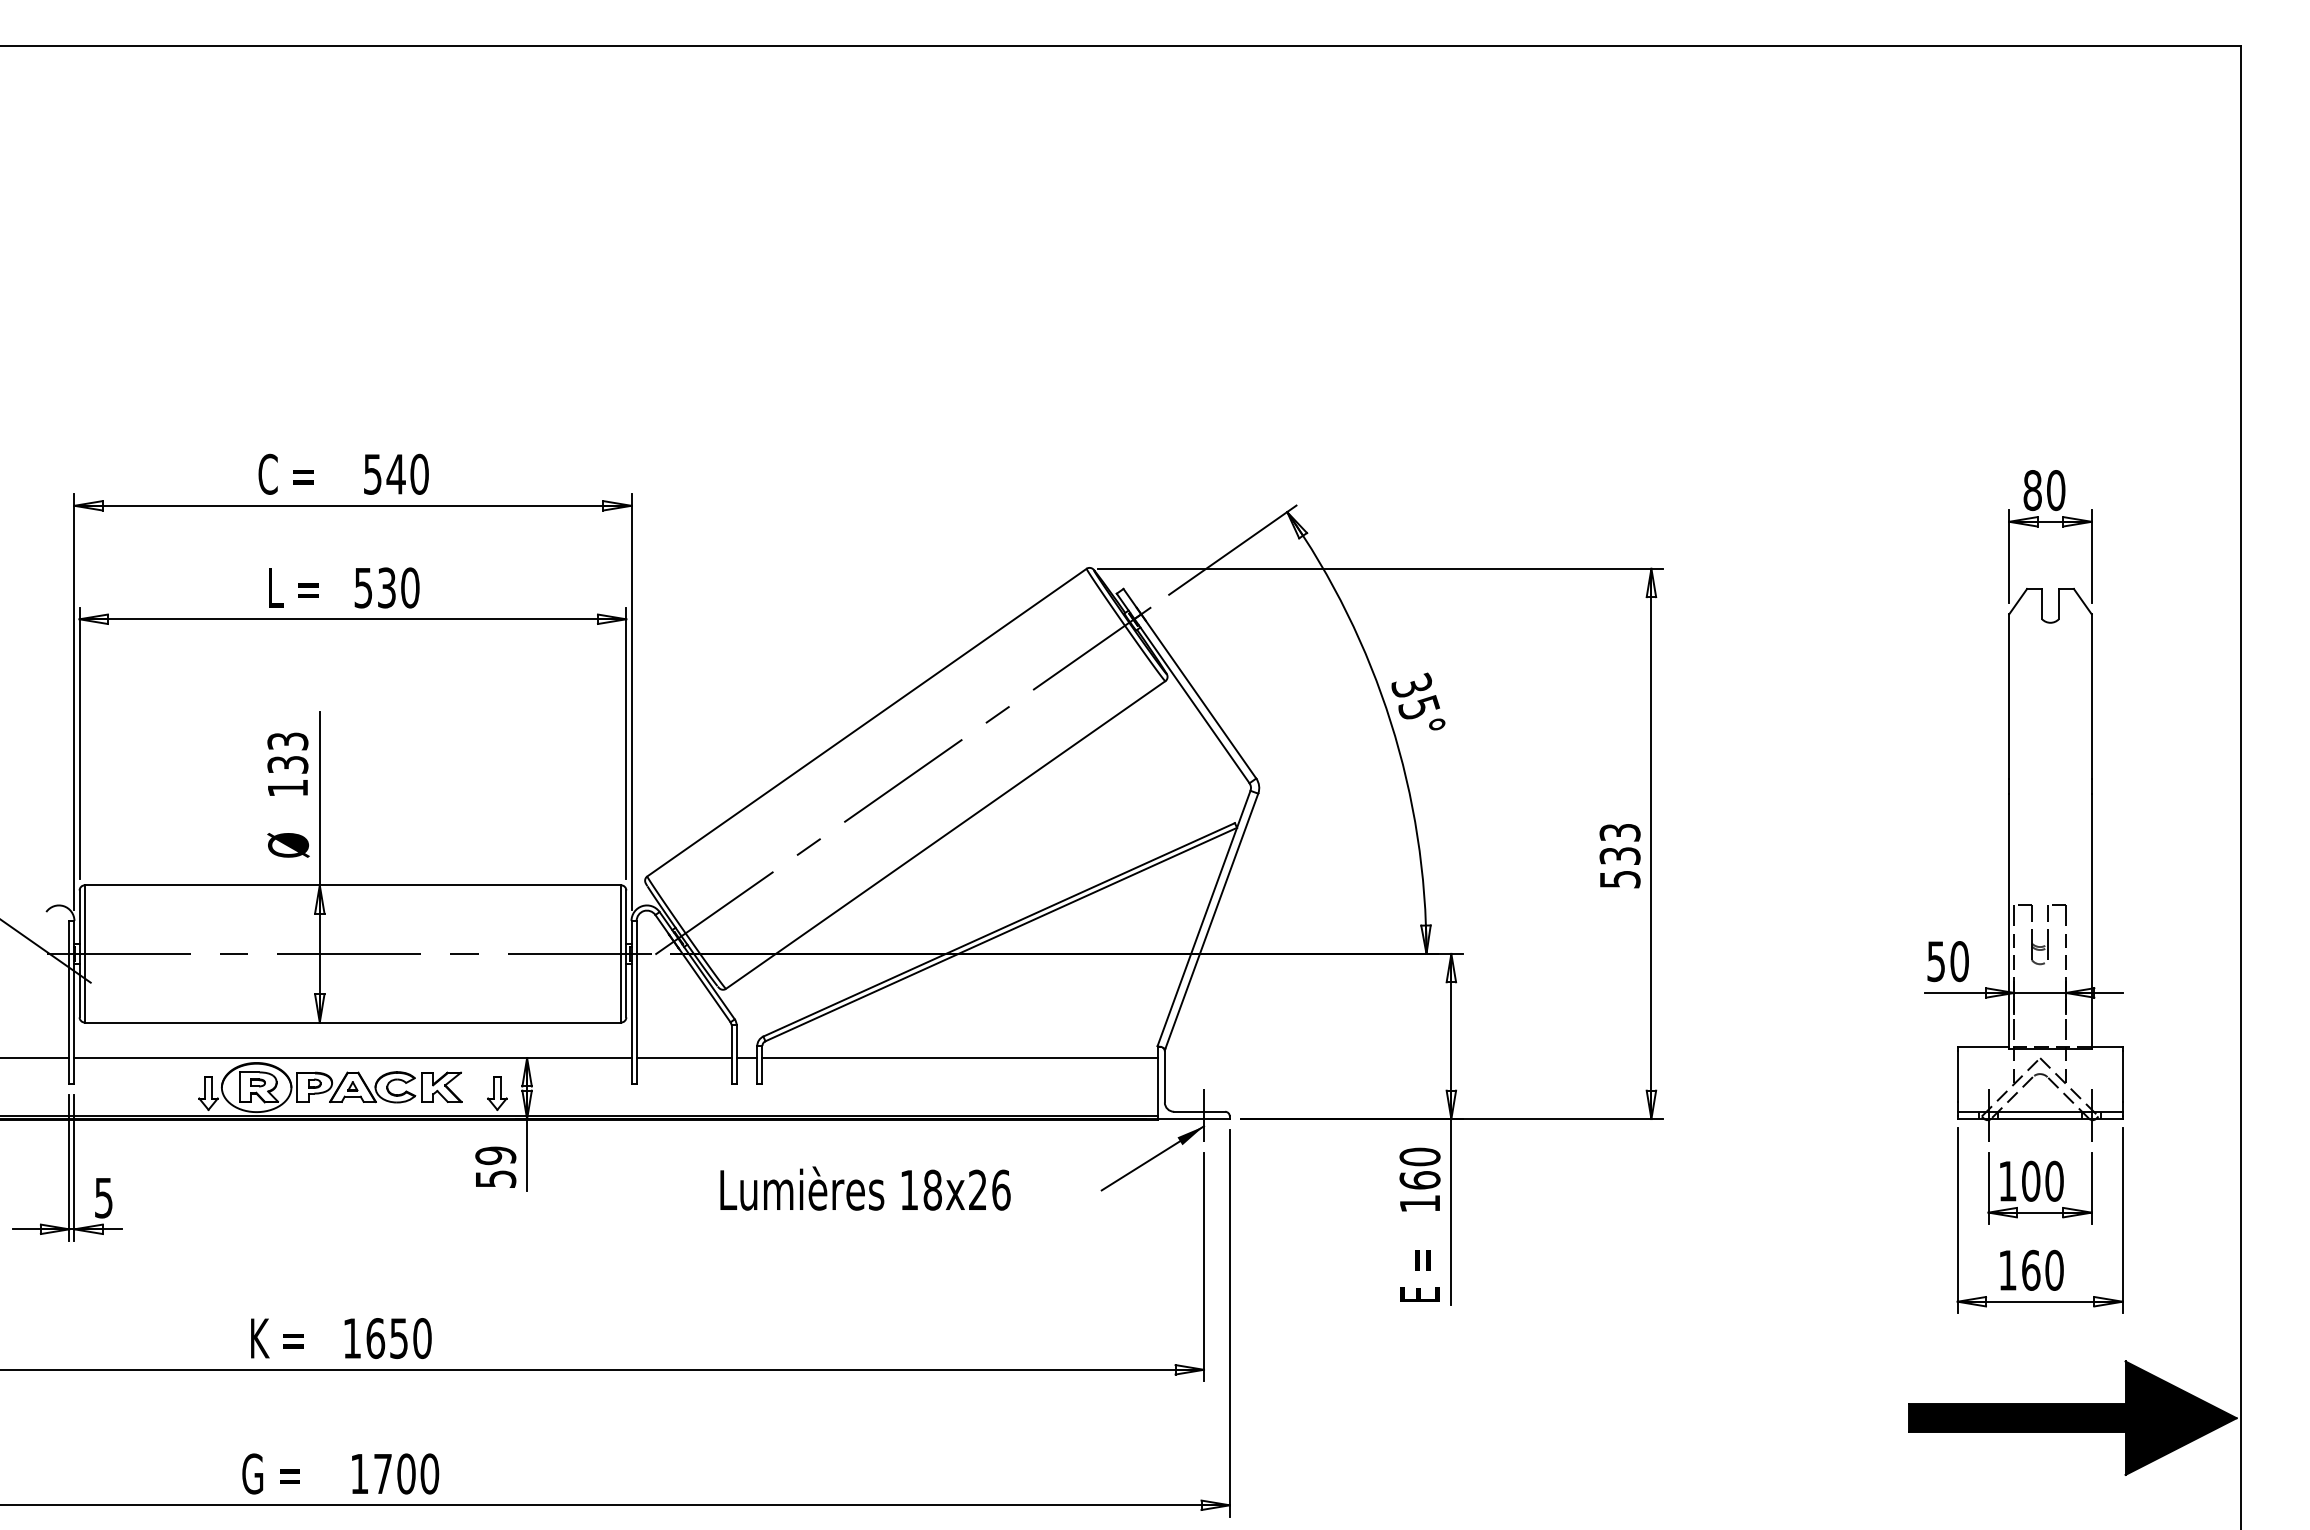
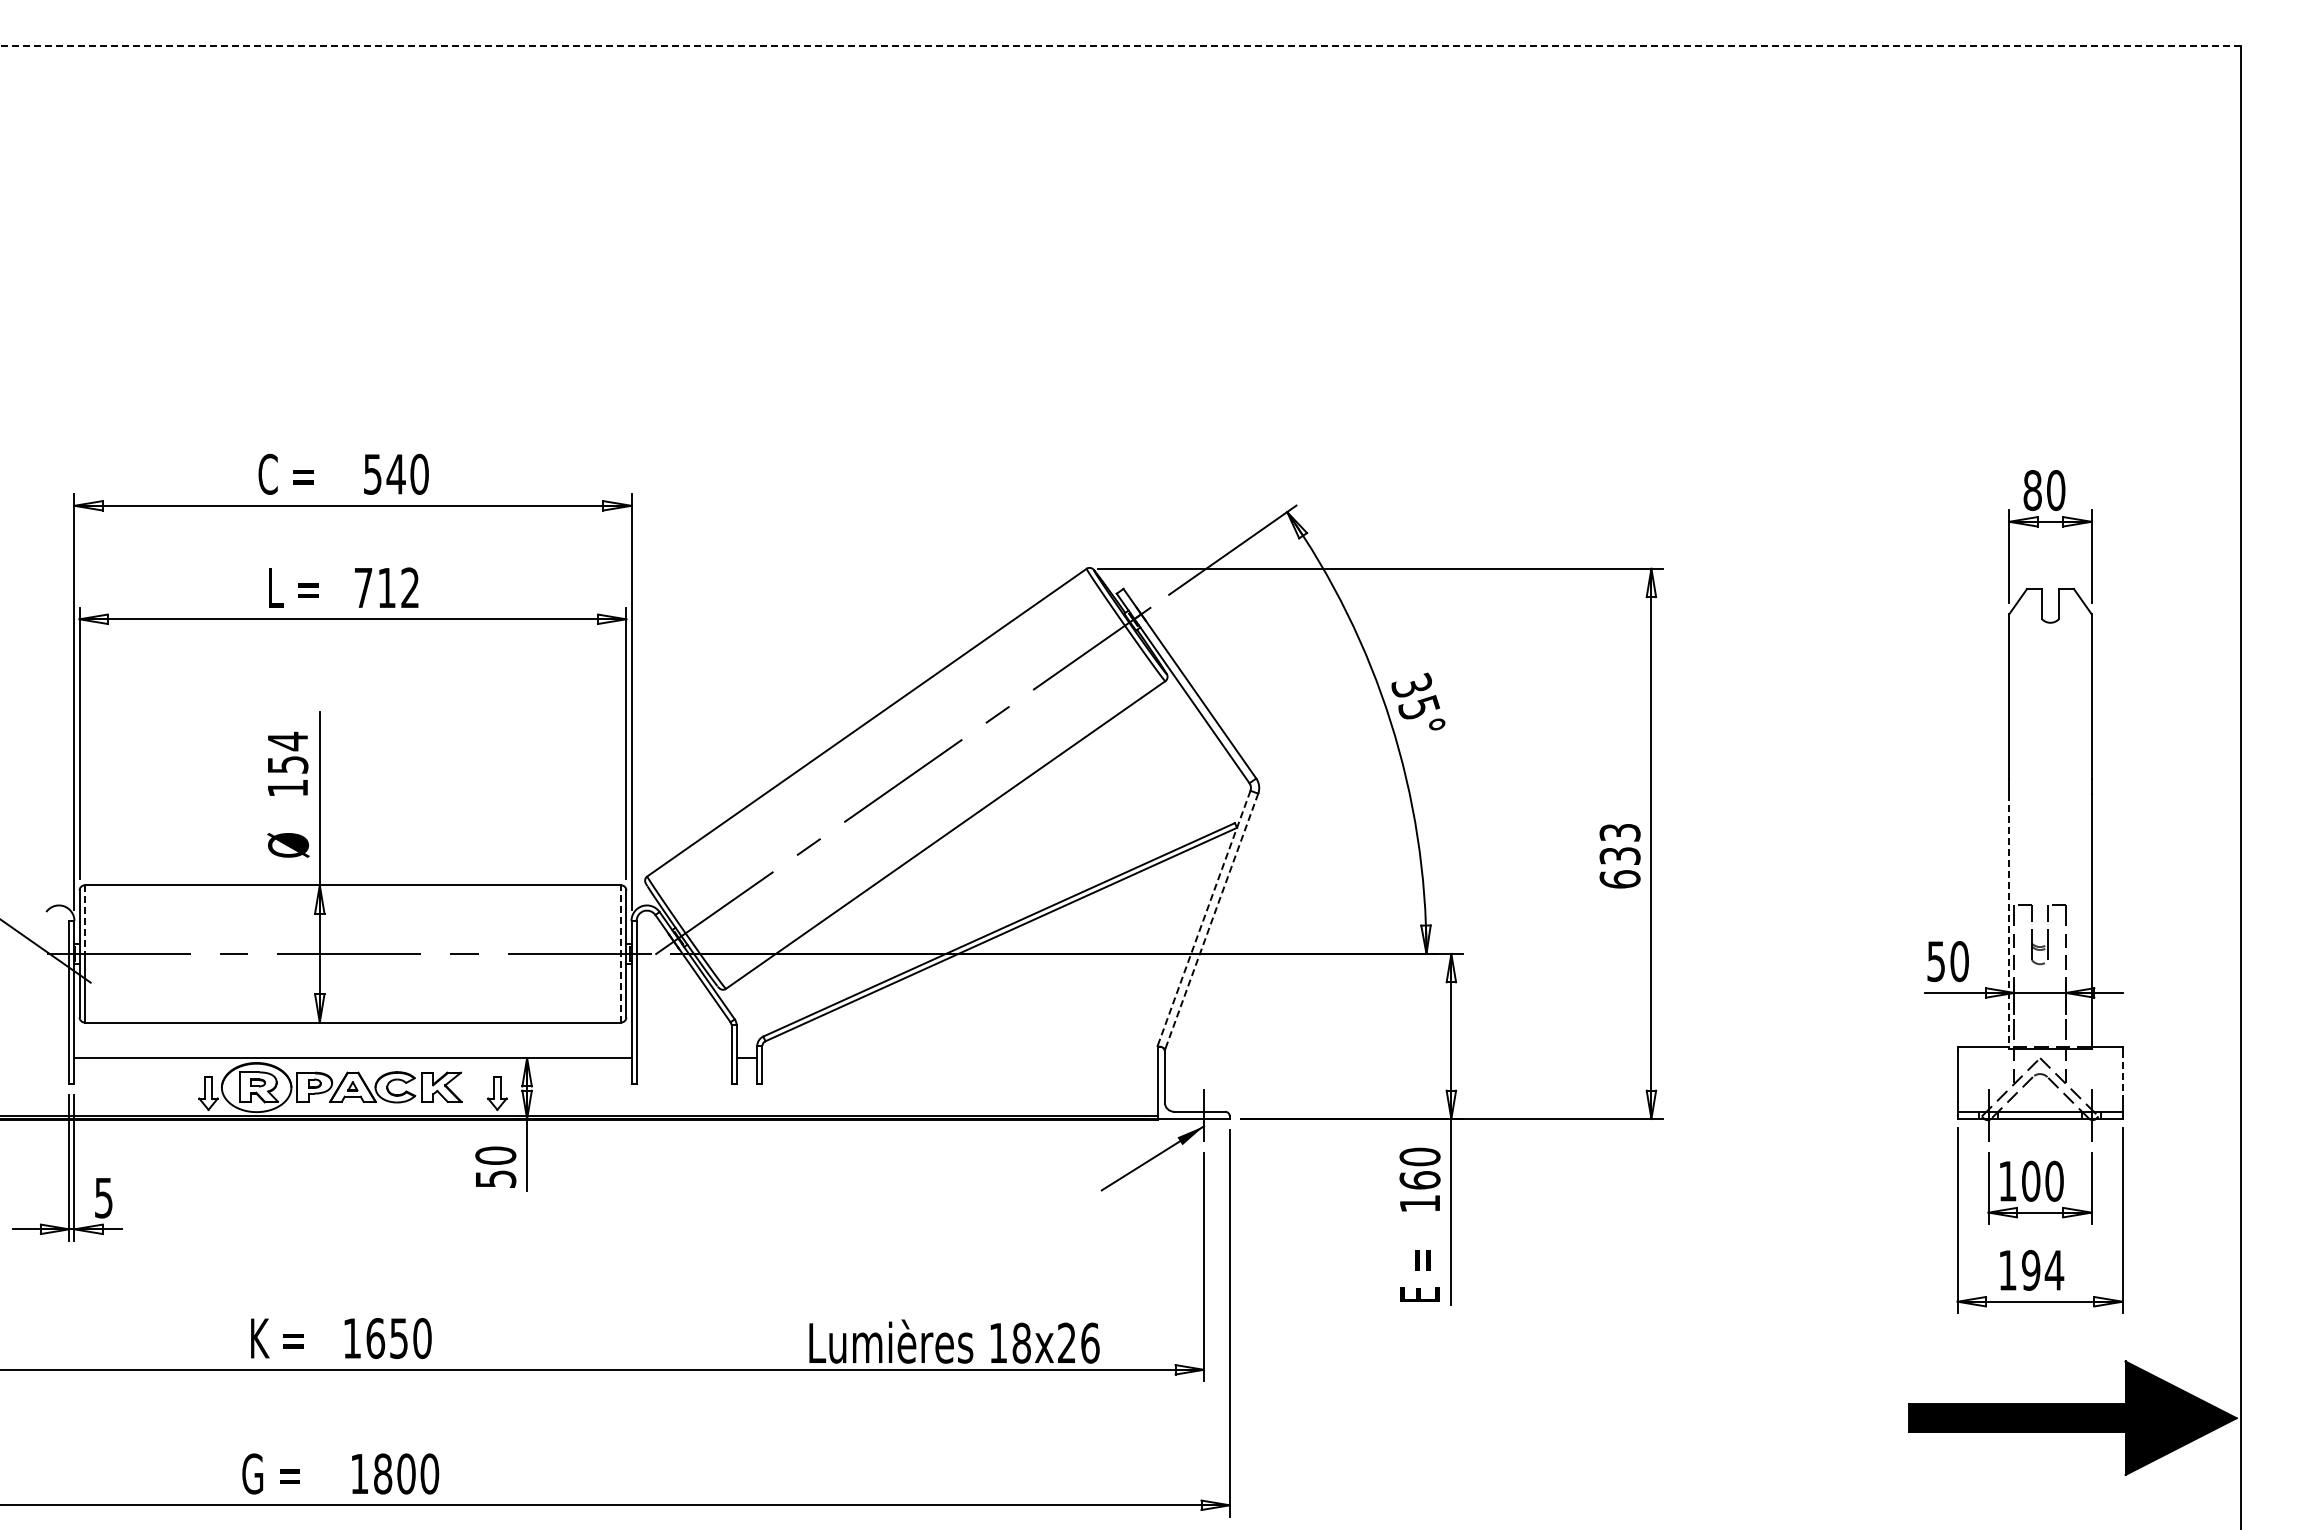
line at (1120, 45): solid -> dashed
text at (386, 587): 530 -> 712
text at (287, 752): 133 -> 154
text at (1619, 879): 533 -> 633
line at (1204, 918): solid -> dashed
line at (84, 920): solid -> dashed
line at (1211, 921): solid -> dashed
line at (2009, 921): solid -> dashed
line at (621, 953): solid -> dashed
line at (35, 1058): present -> none
line at (683, 1058): present -> none
line at (959, 1058): present -> none
line at (2122, 1076): solid -> dashed
text at (495, 1155): 59 -> 50
text at (865, 1188) position: (865, 1188) -> (954, 1341)
text at (2042, 1269): 160 -> 194
text at (383, 1473): 1700 -> 1800
